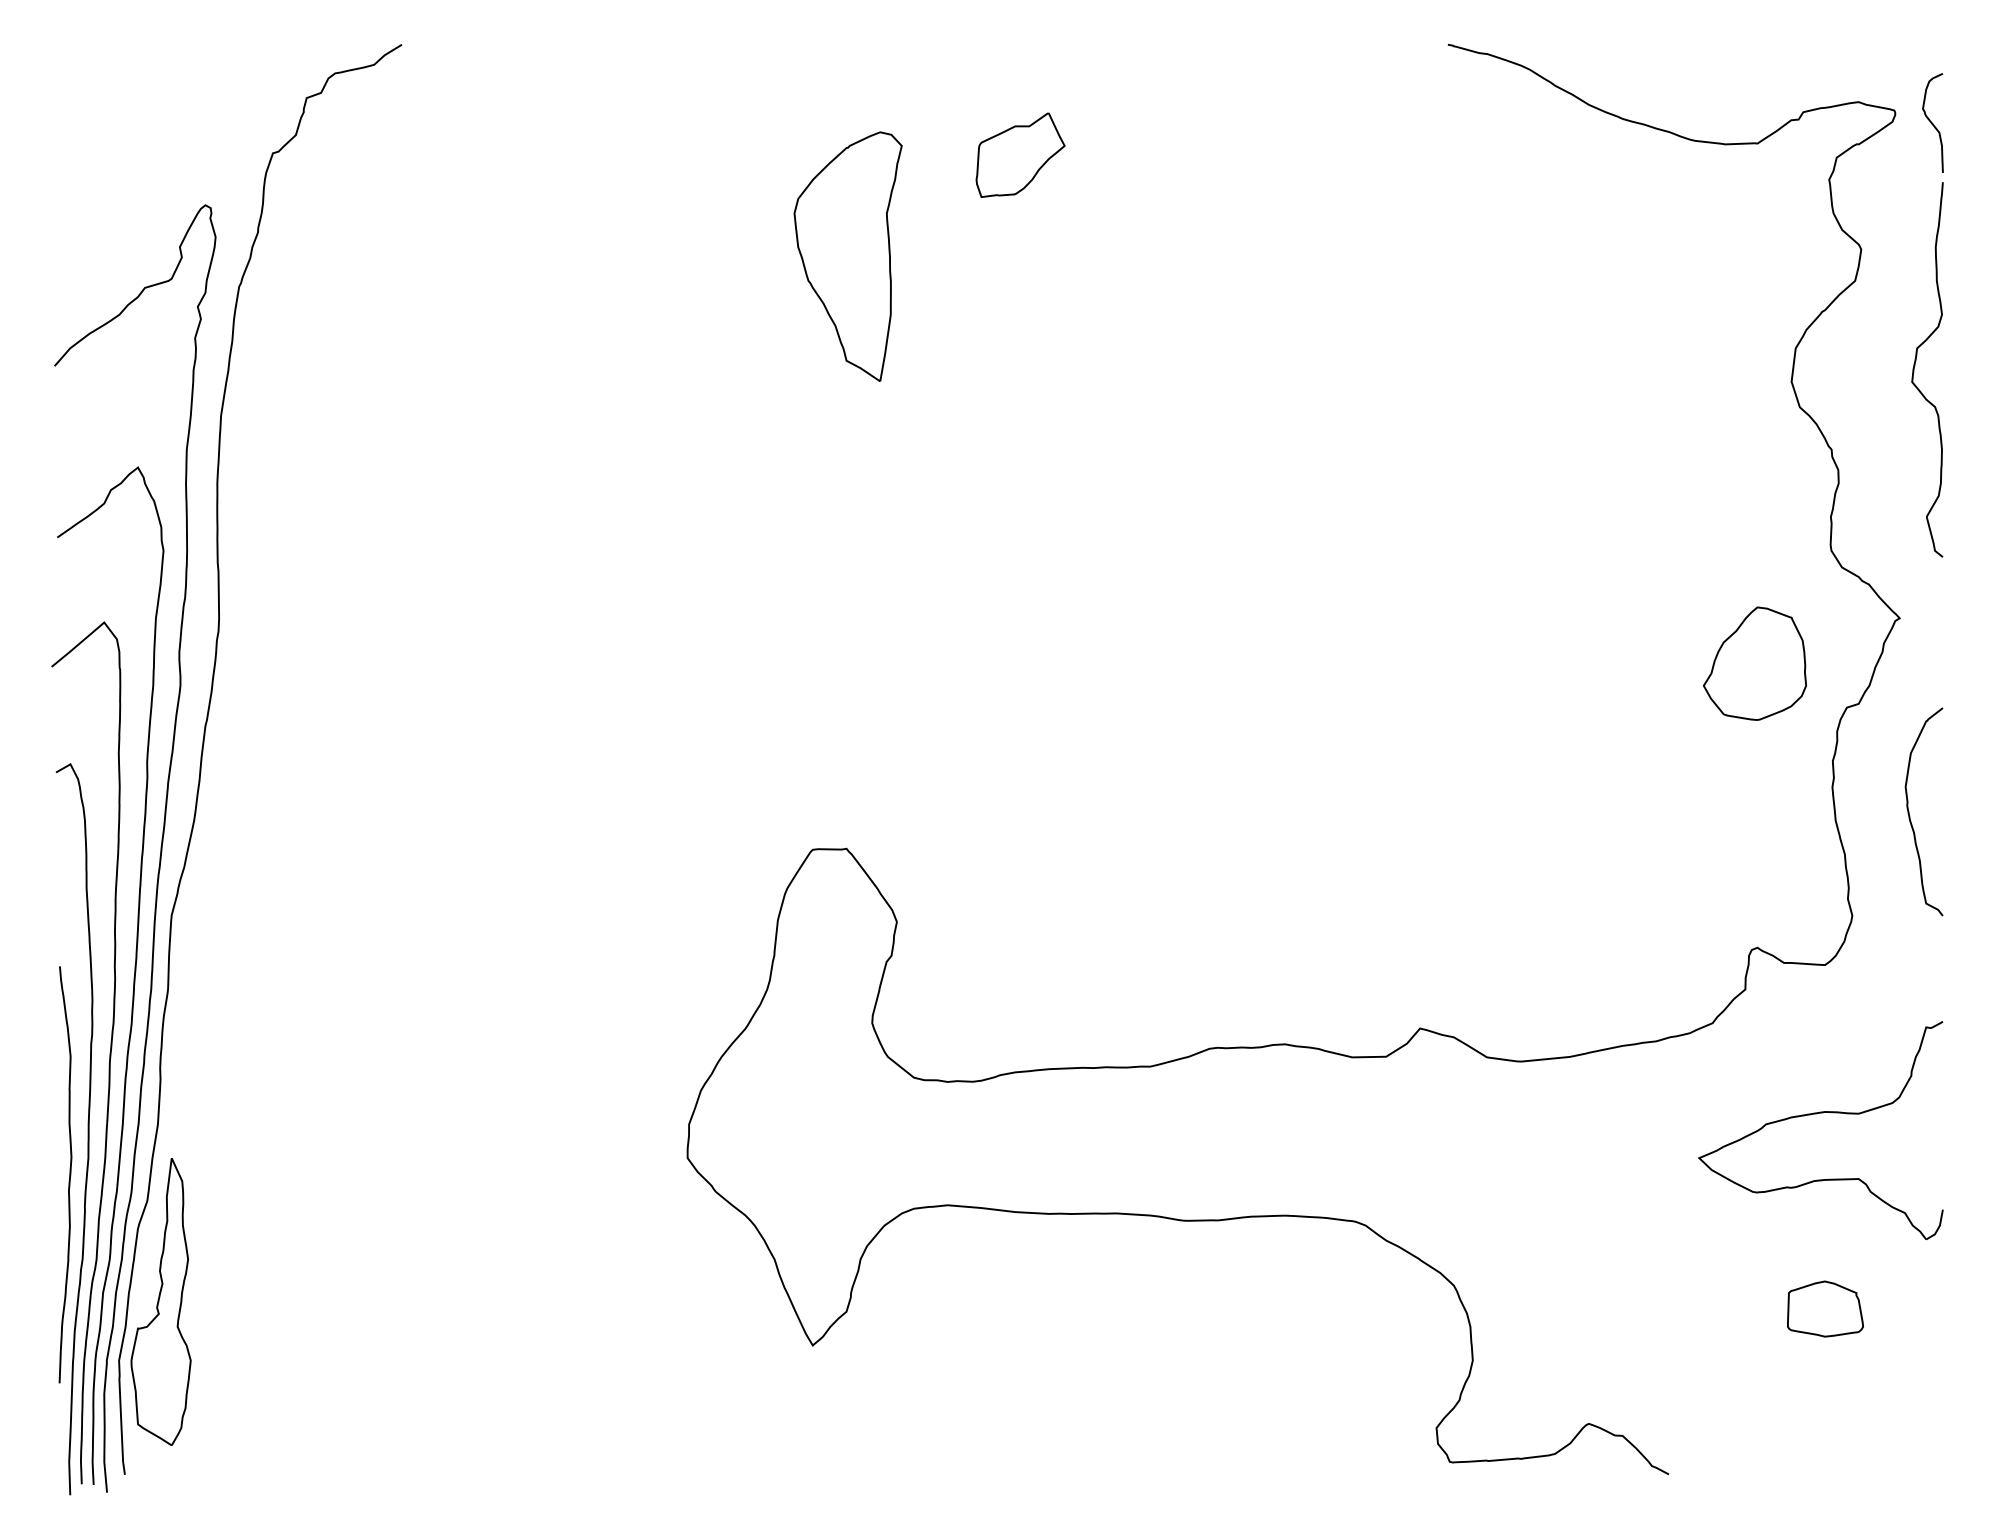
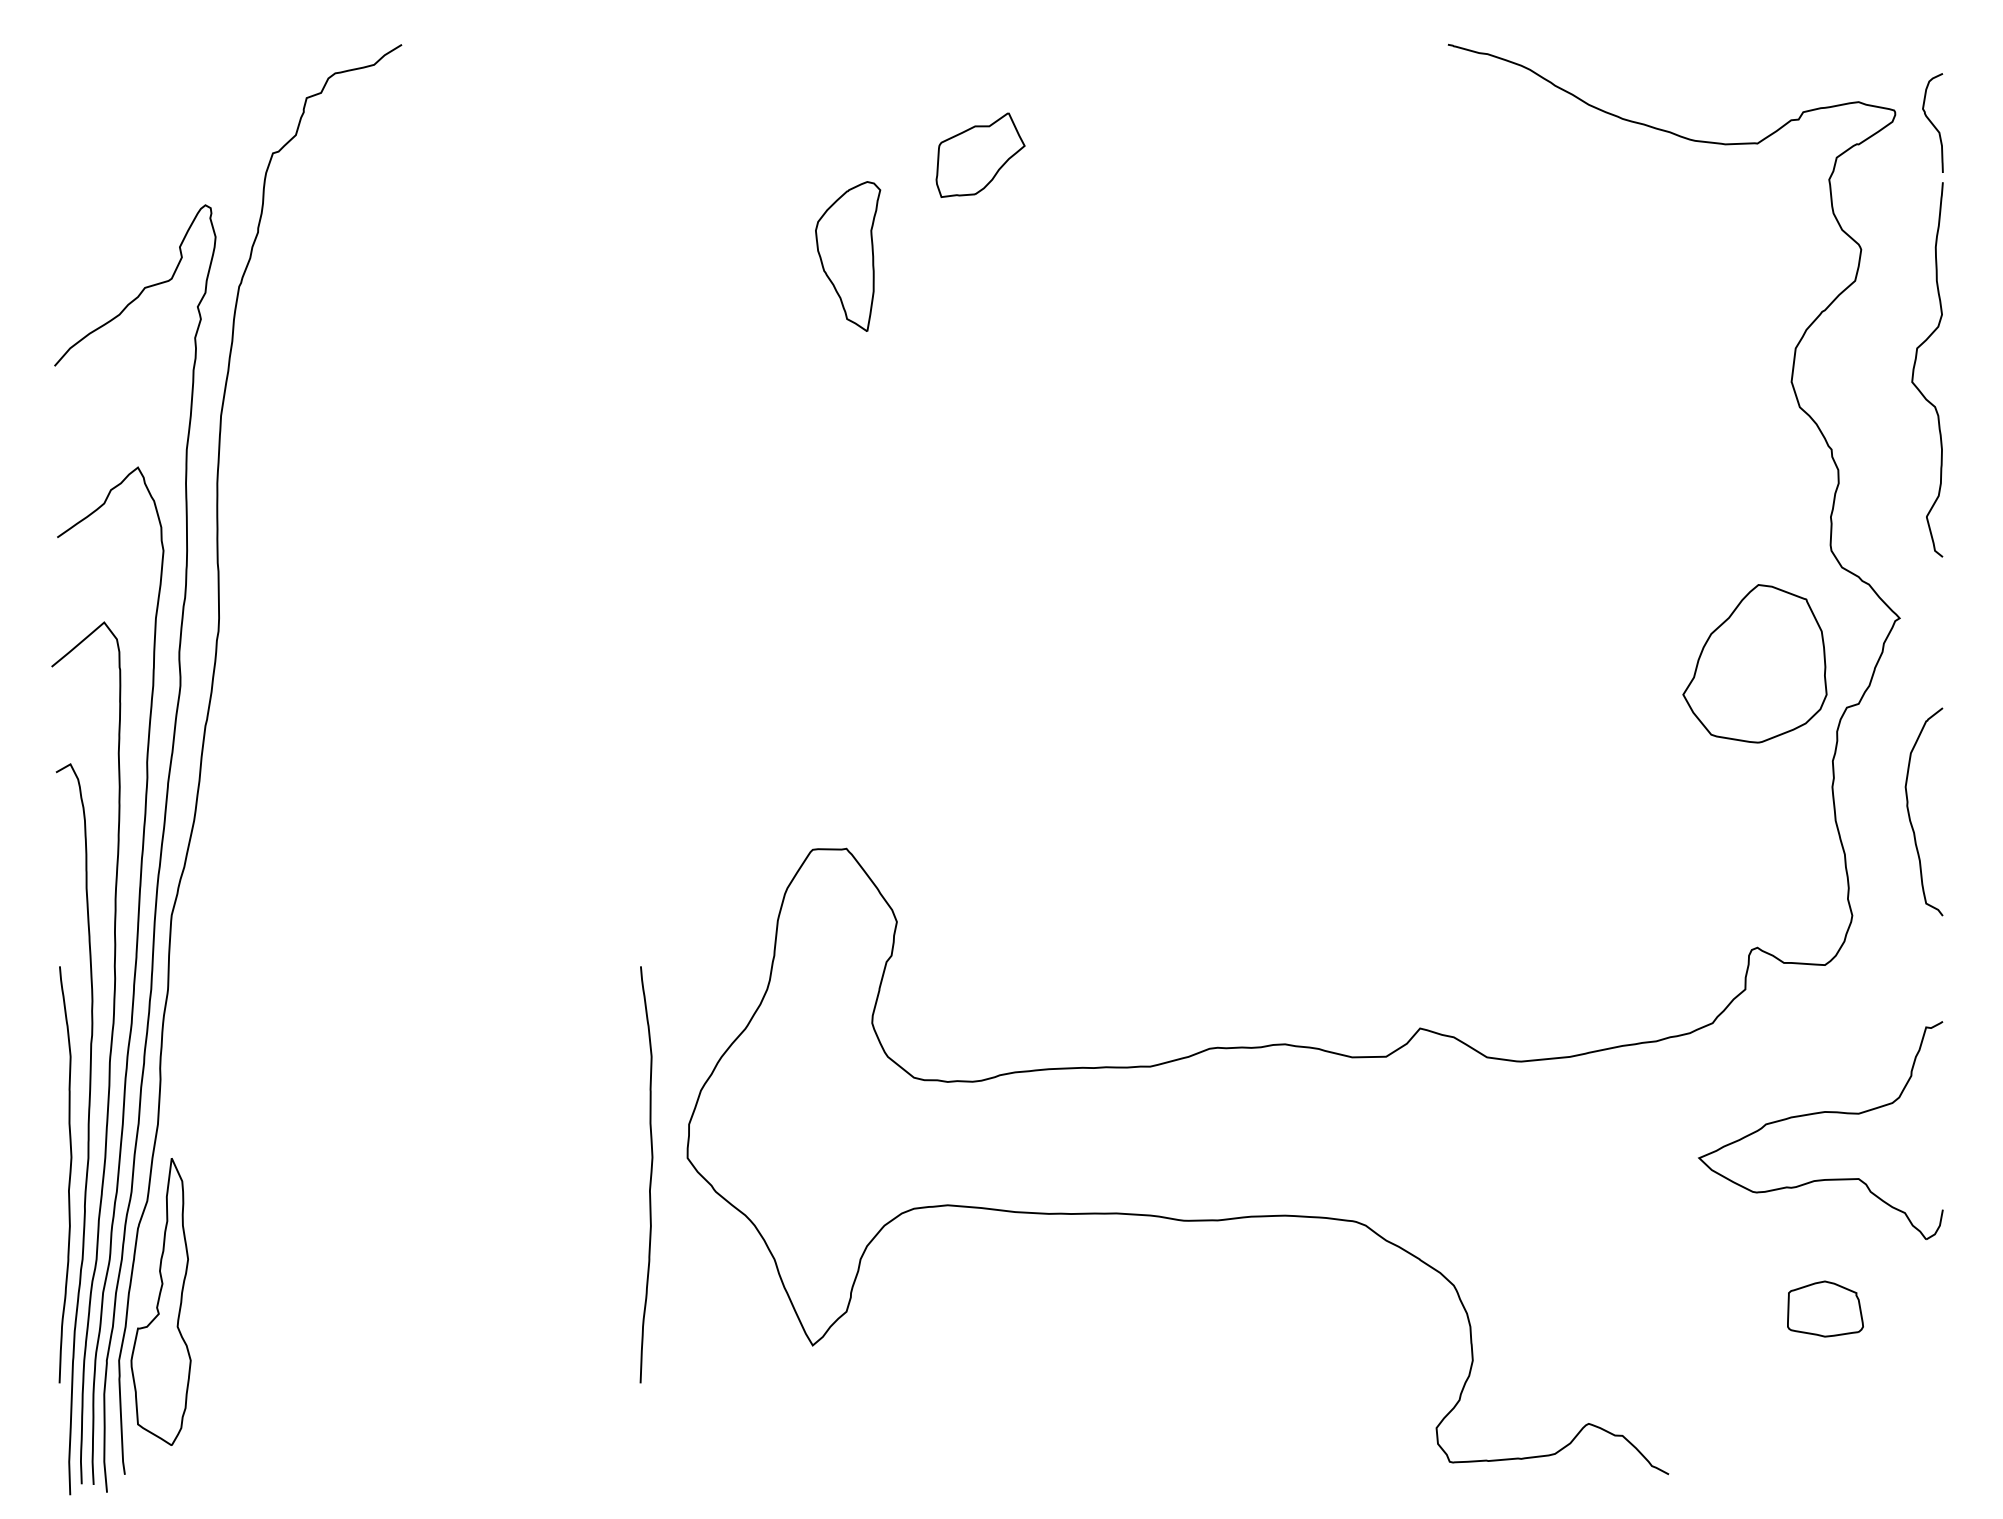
part at (1020, 154) position: (1020, 154) -> (980, 154)
part at (847, 256) size: 110x251 px -> 67x151 px
part at (1754, 663) size: 106x115 px -> 146x160 px
curve at (650, 1174): none -> present
